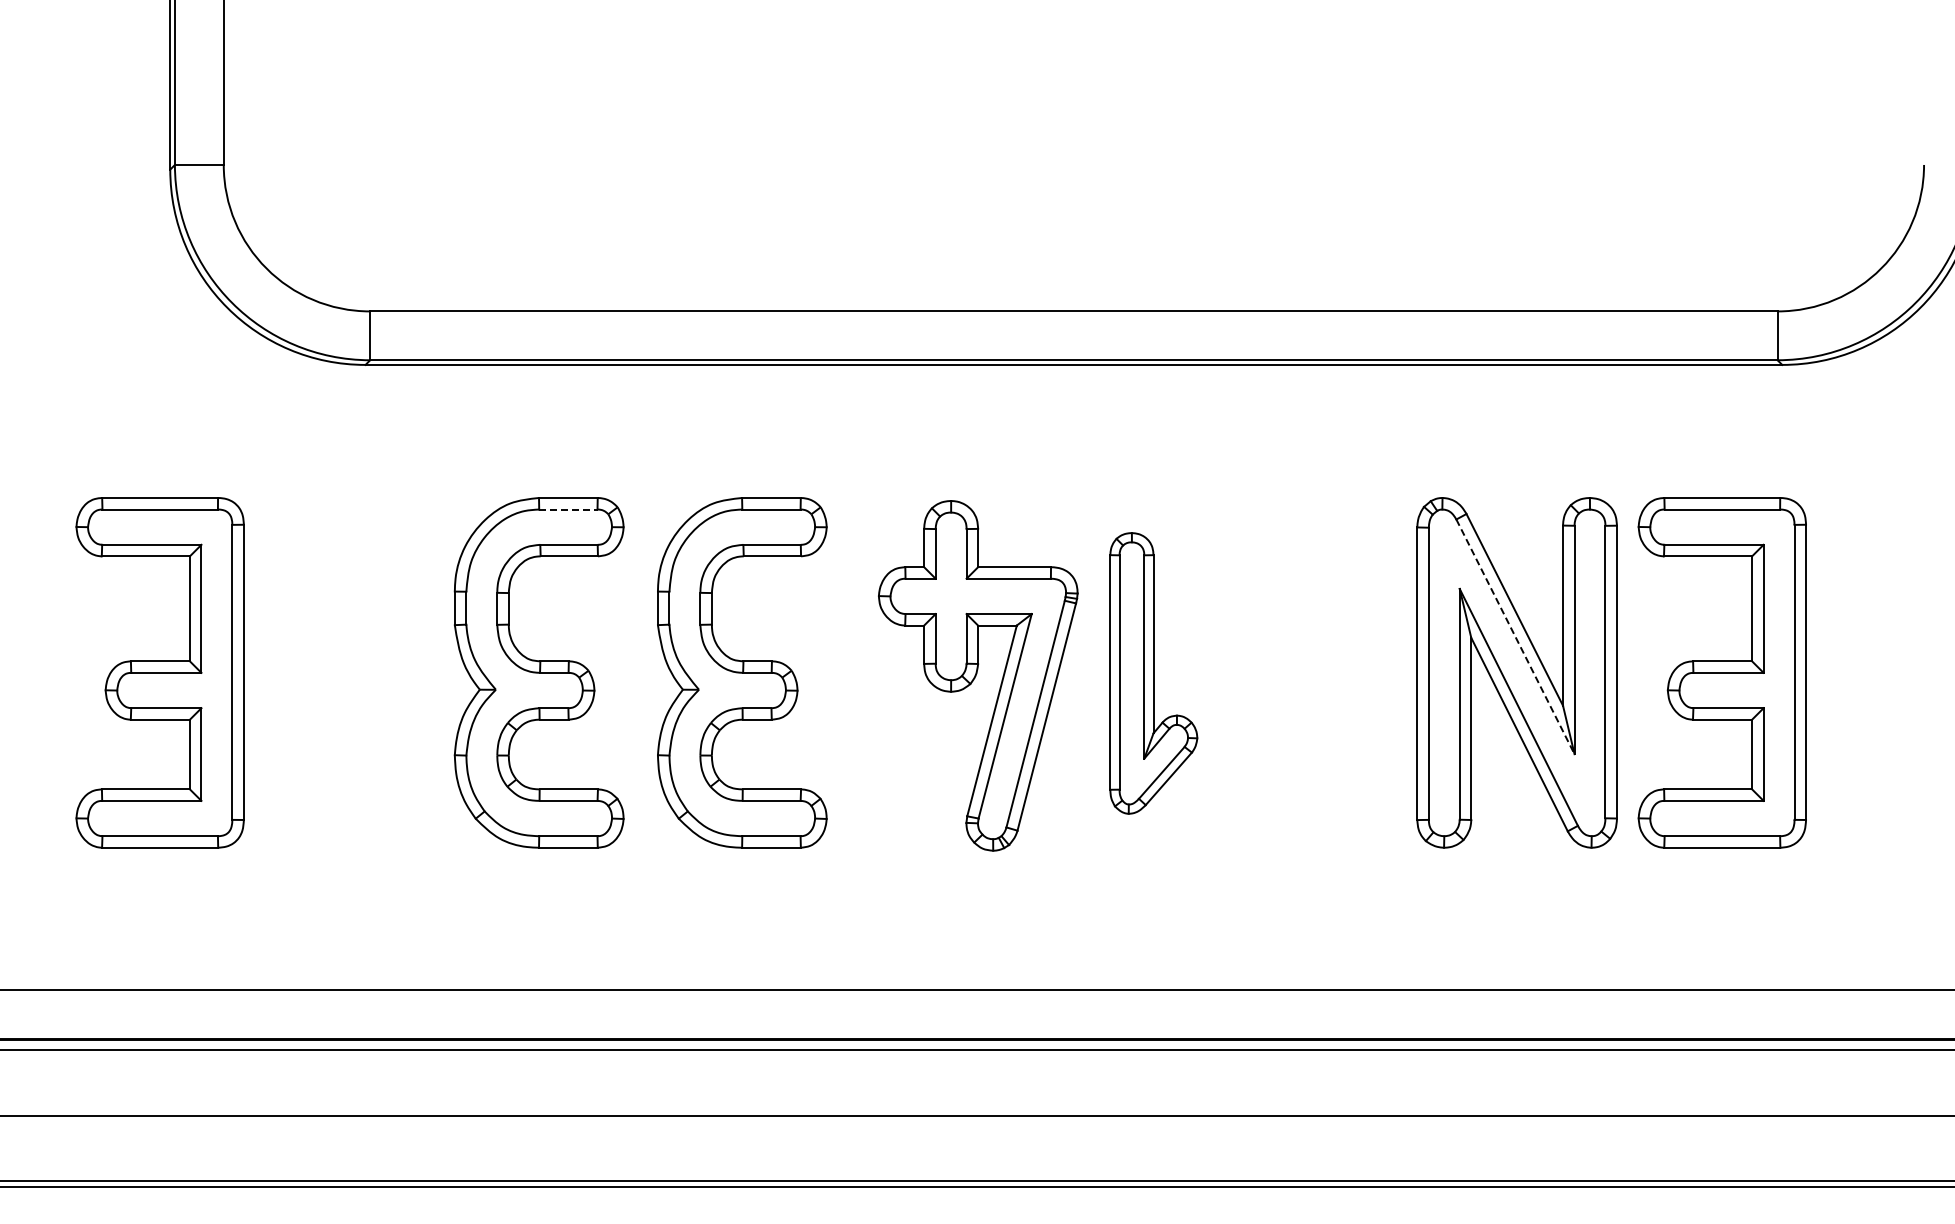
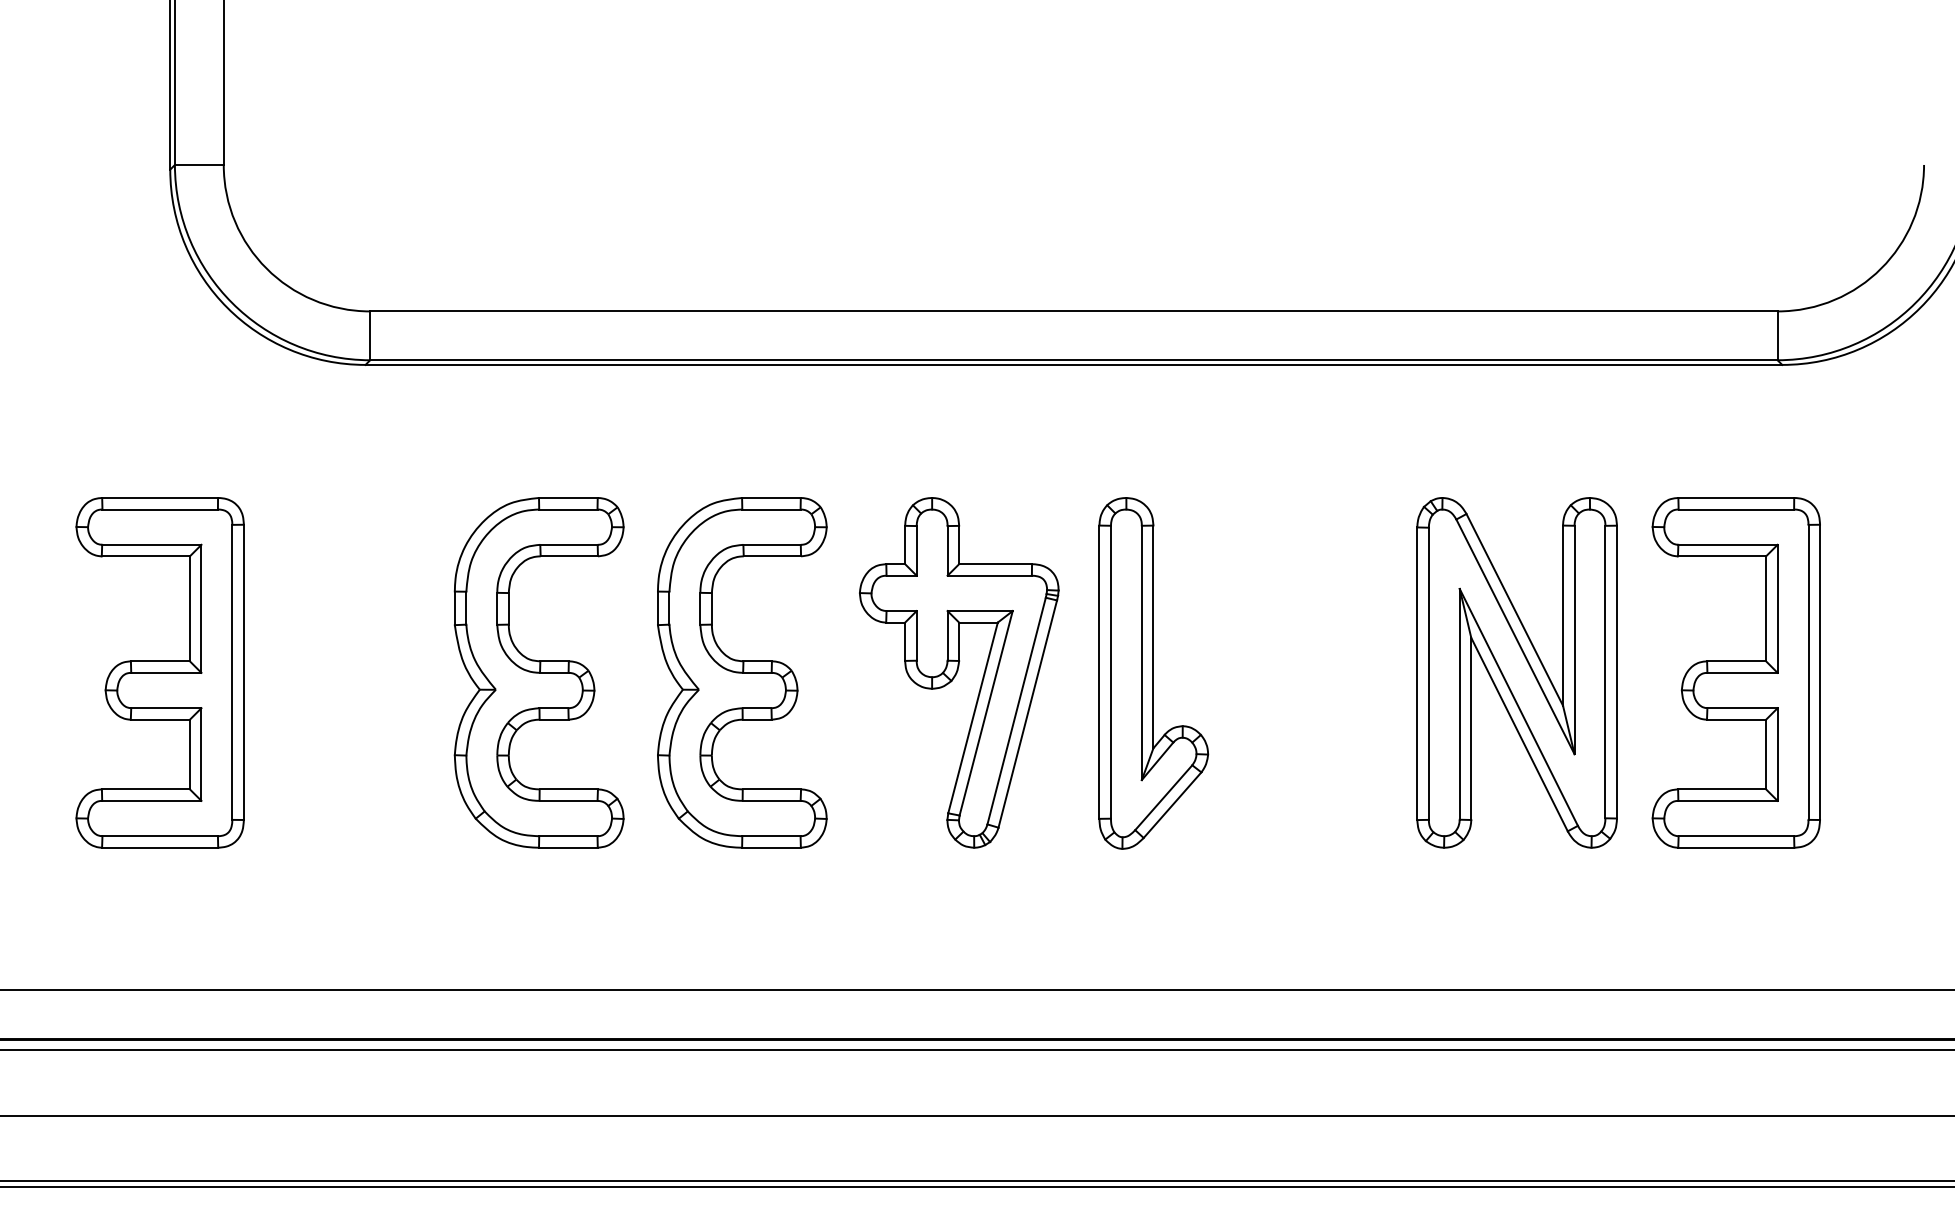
line at (568, 509): dashed -> solid
line at (1515, 637): dashed -> solid
part at (1721, 672) position: (1721, 672) -> (1735, 672)
part at (1153, 673) size: 90x283 px -> 112x353 px
part at (978, 675) position: (978, 675) -> (959, 672)
